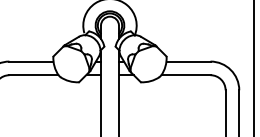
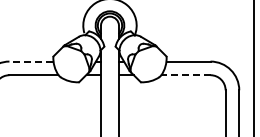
line at (31, 61): solid -> dashed
line at (186, 75): solid -> dashed
